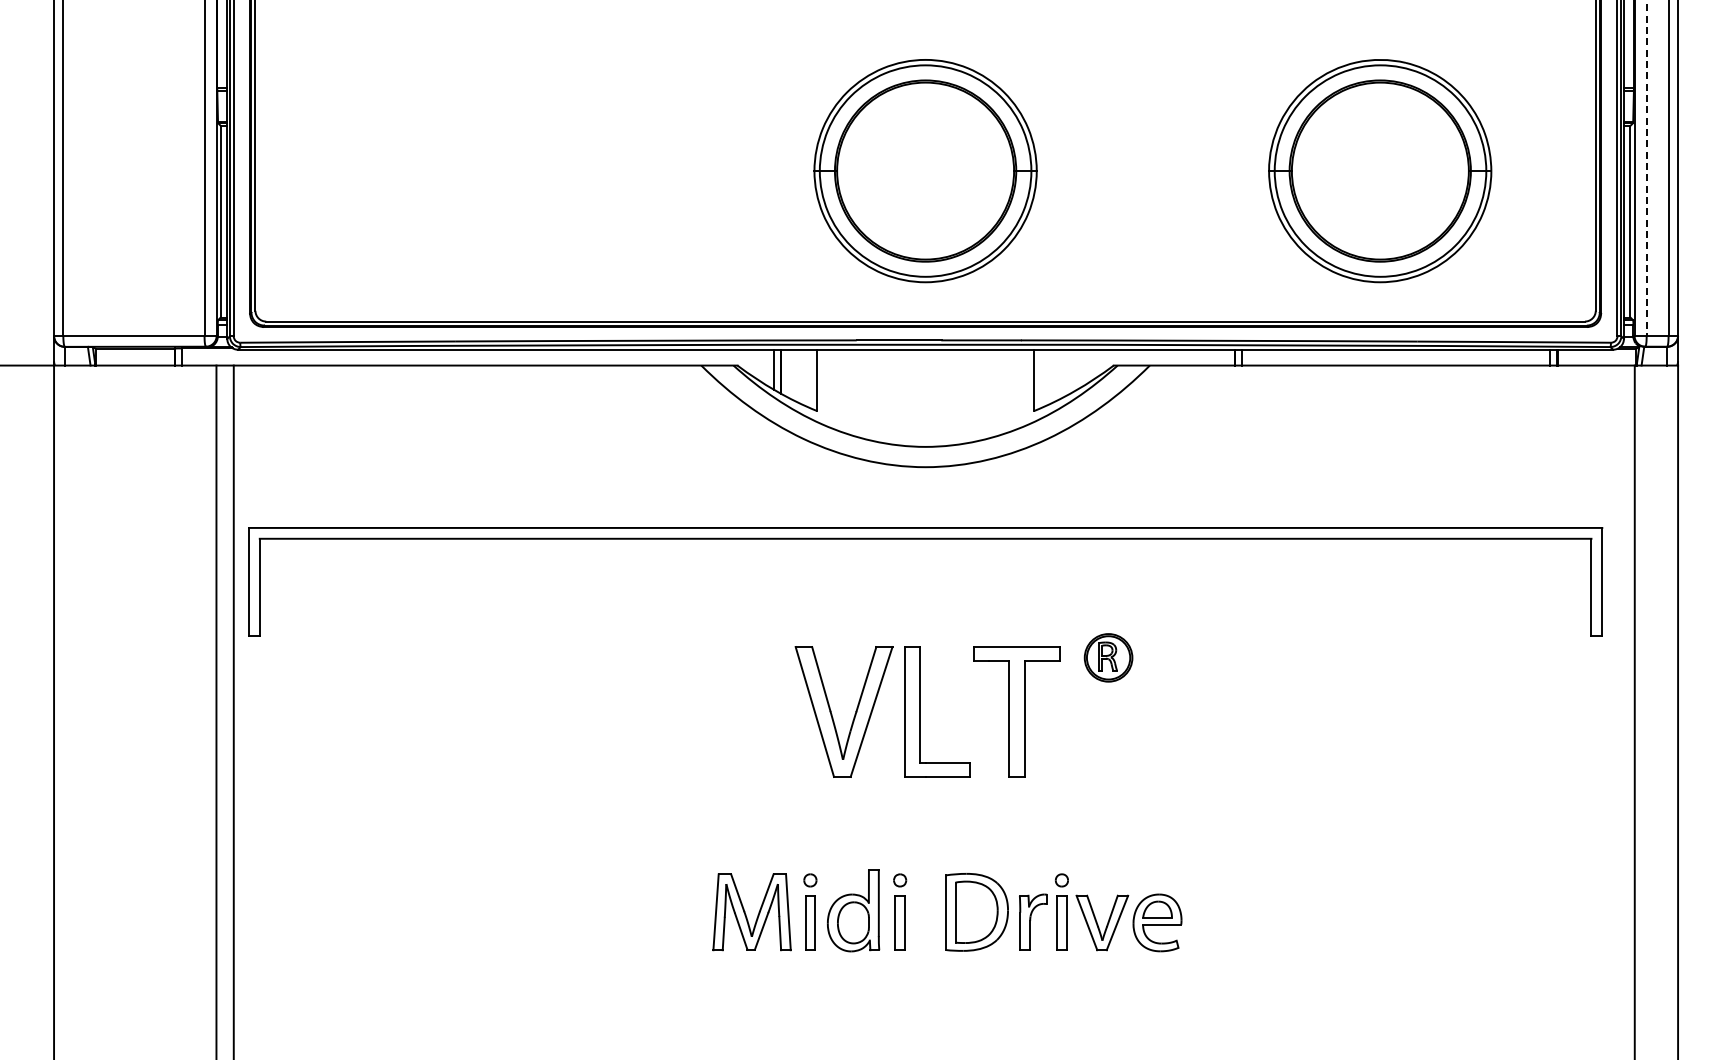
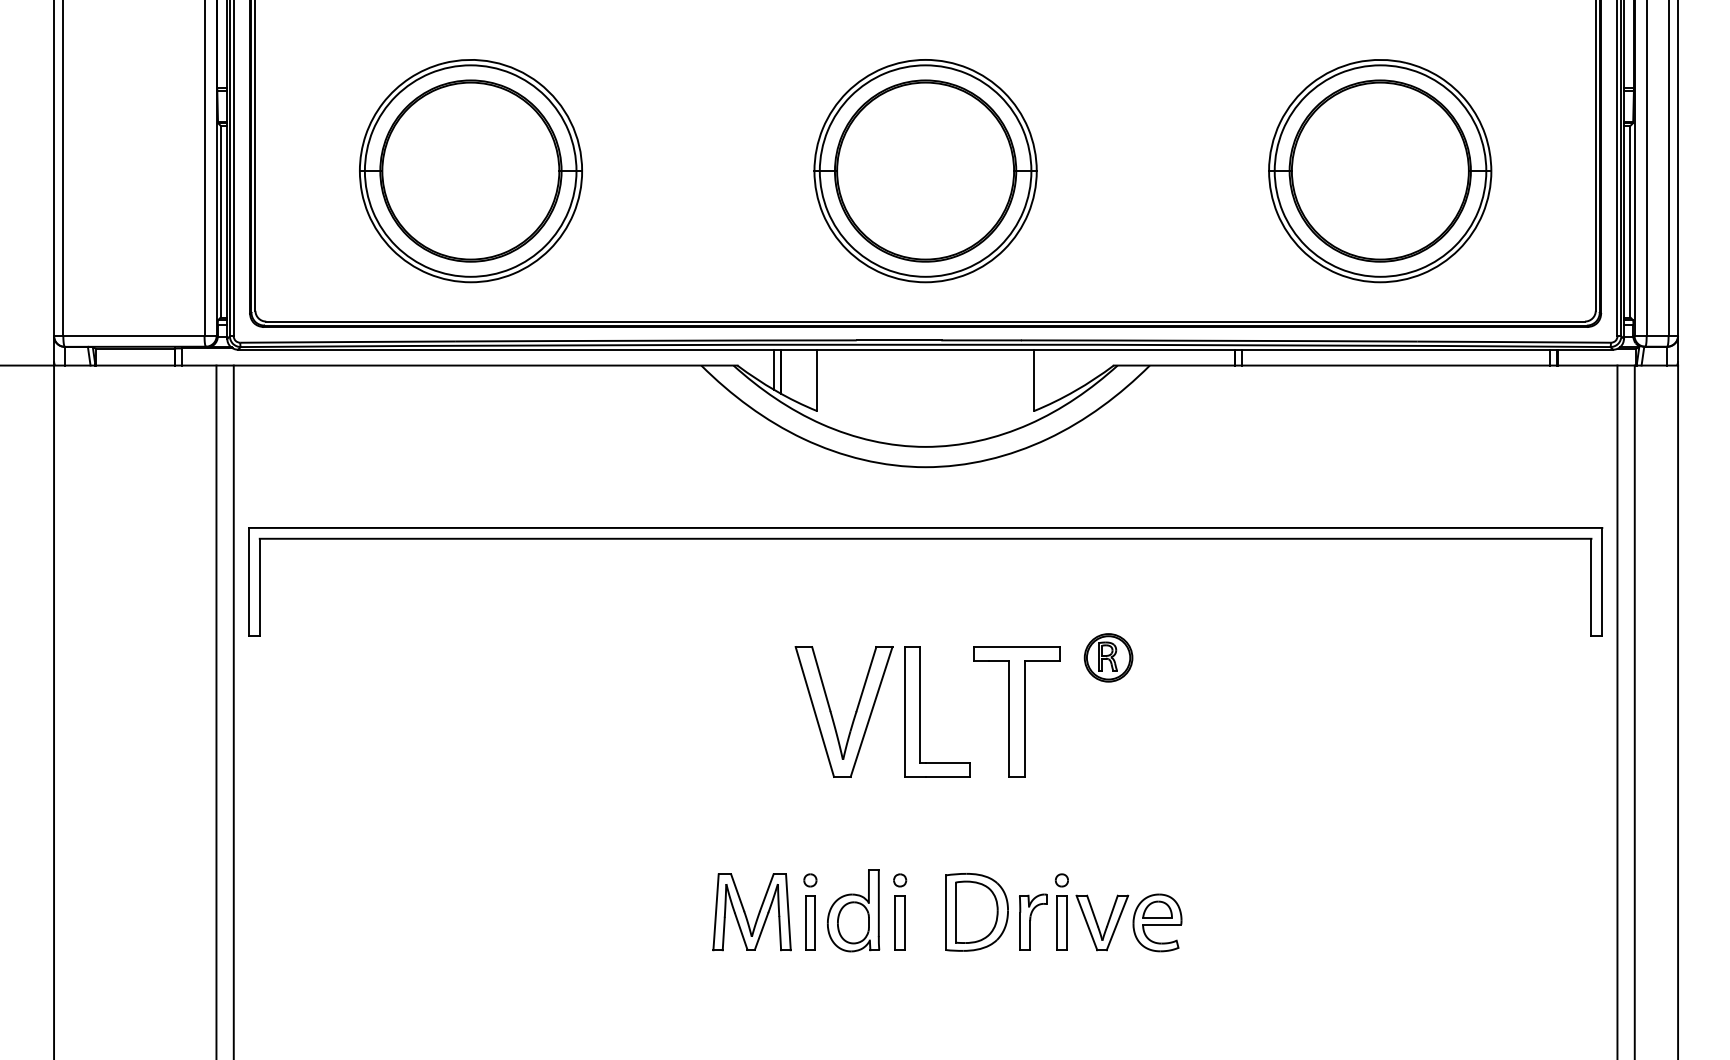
line at (1646, 168): dashed -> solid
part at (470, 171): none -> present
line at (1617, 710): none -> present
